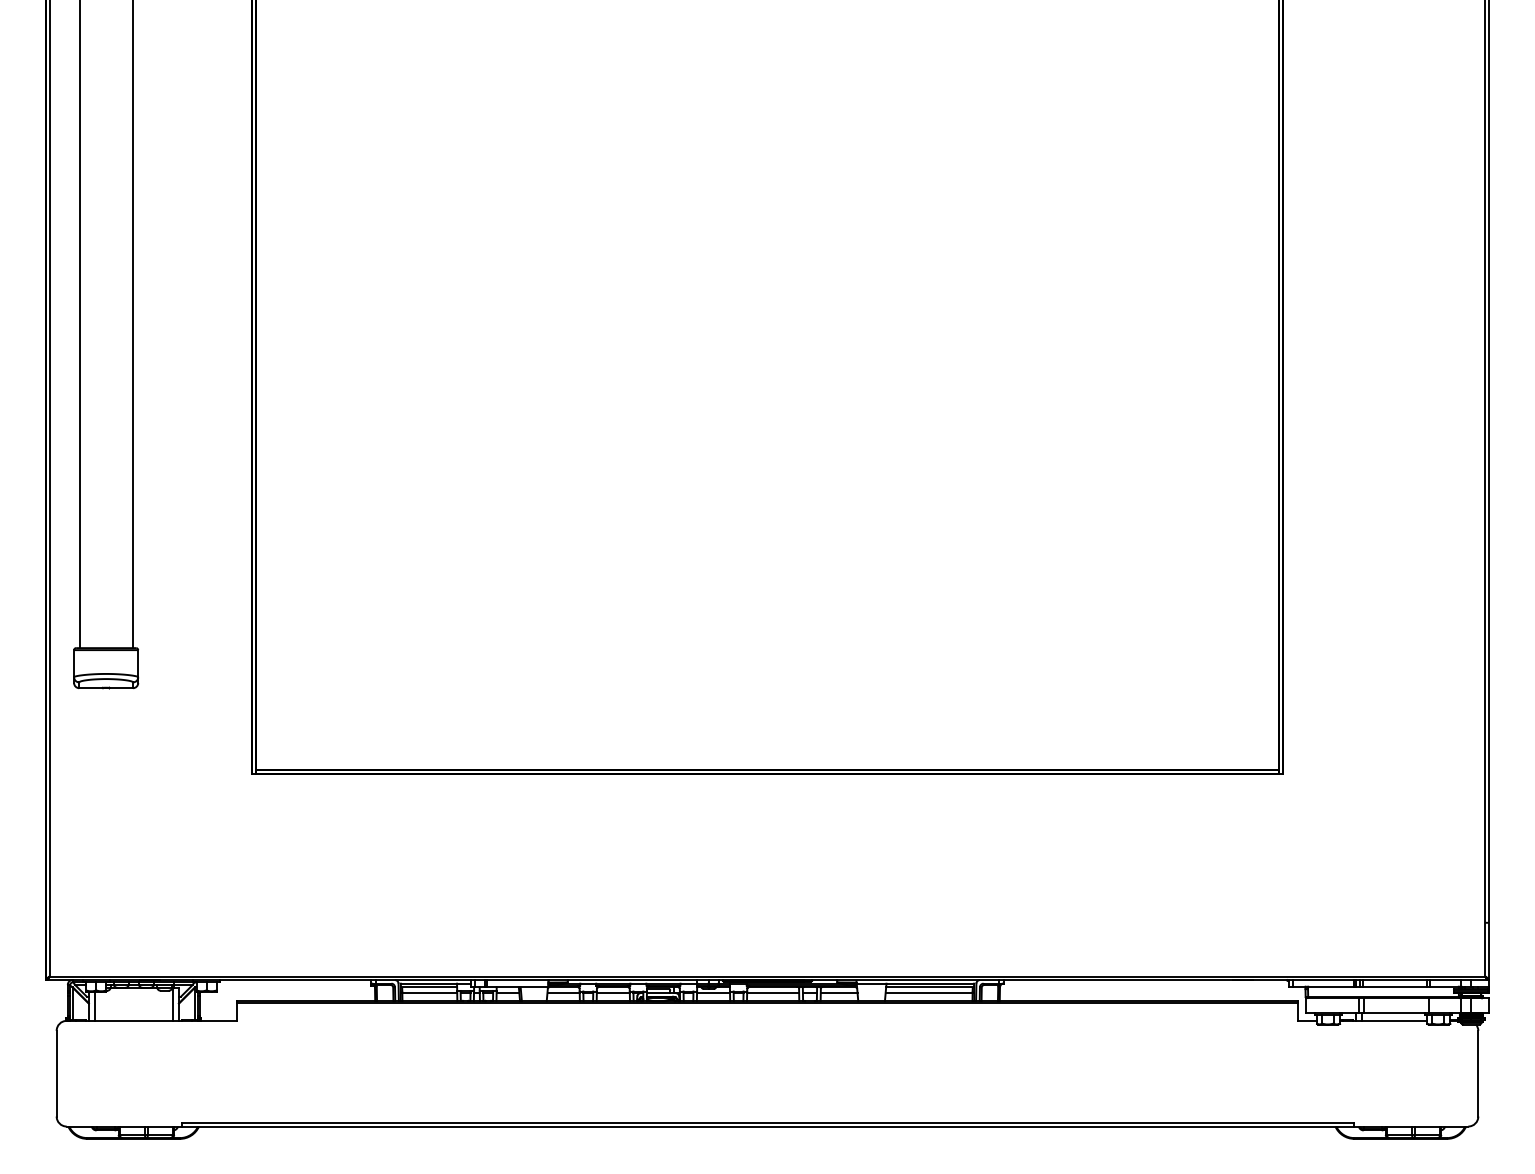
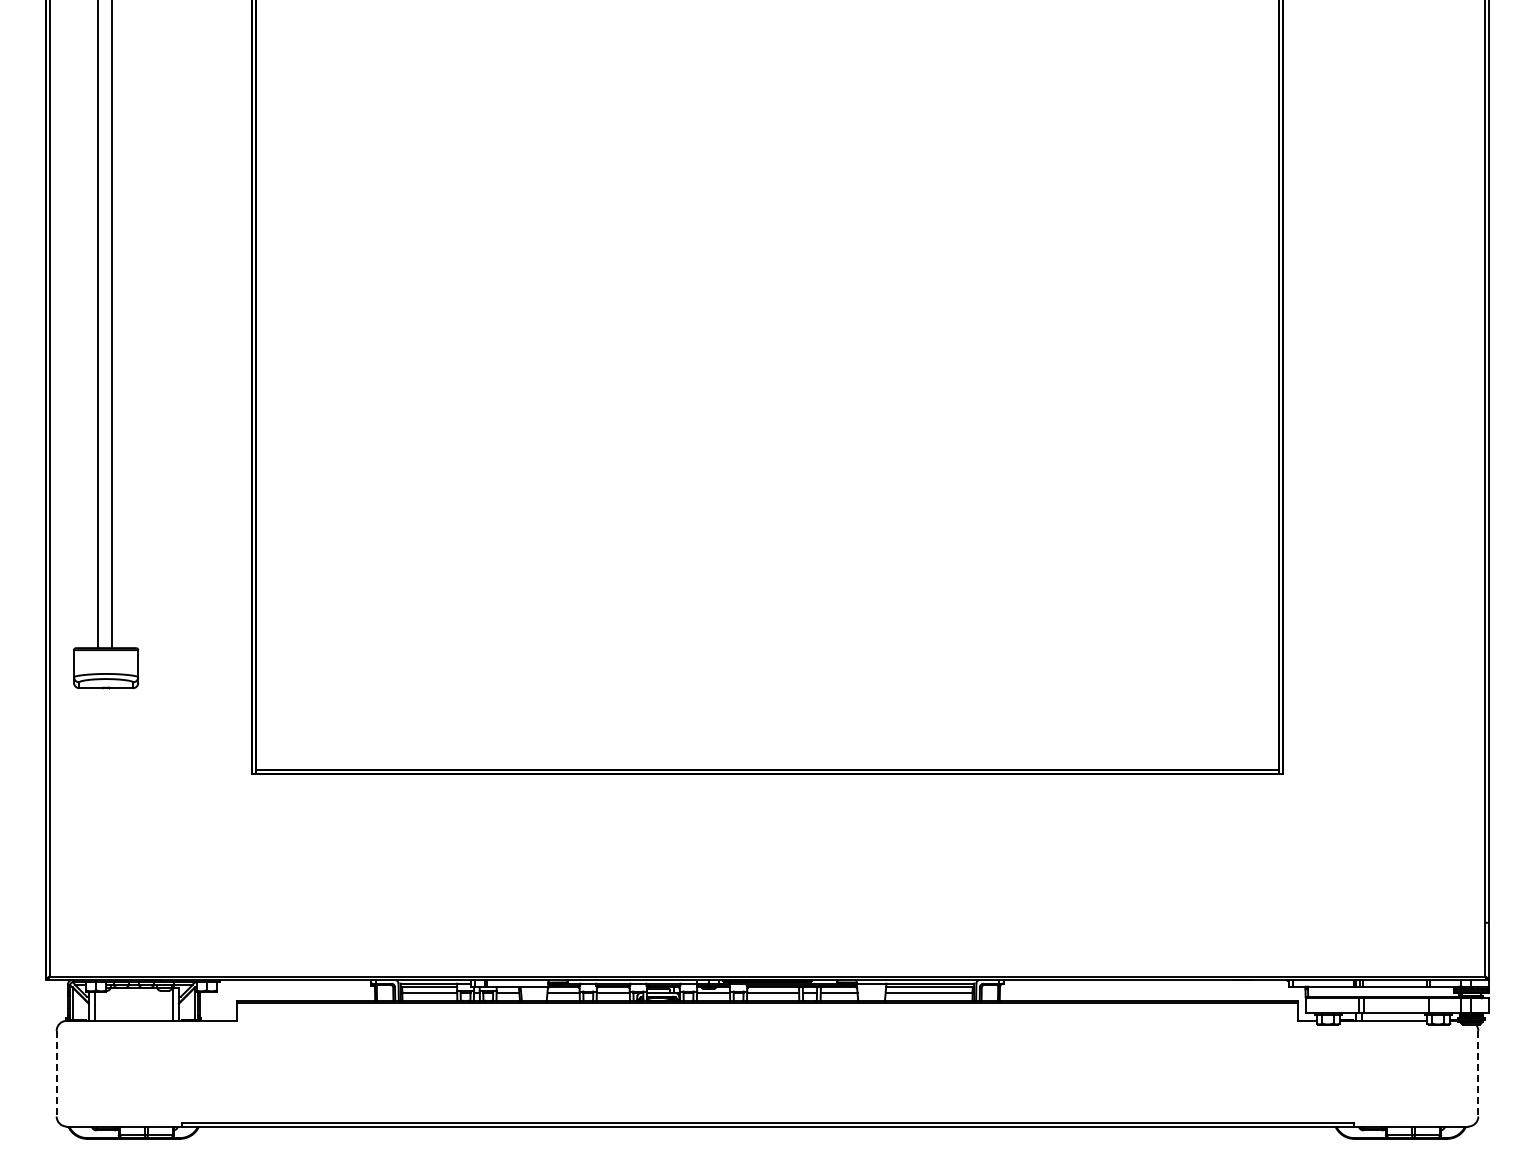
line at (79, 325) position: (79, 325) -> (97, 325)
line at (132, 325) position: (132, 325) -> (111, 325)
line at (56, 1073): solid -> dashed
line at (1478, 1073): solid -> dashed
